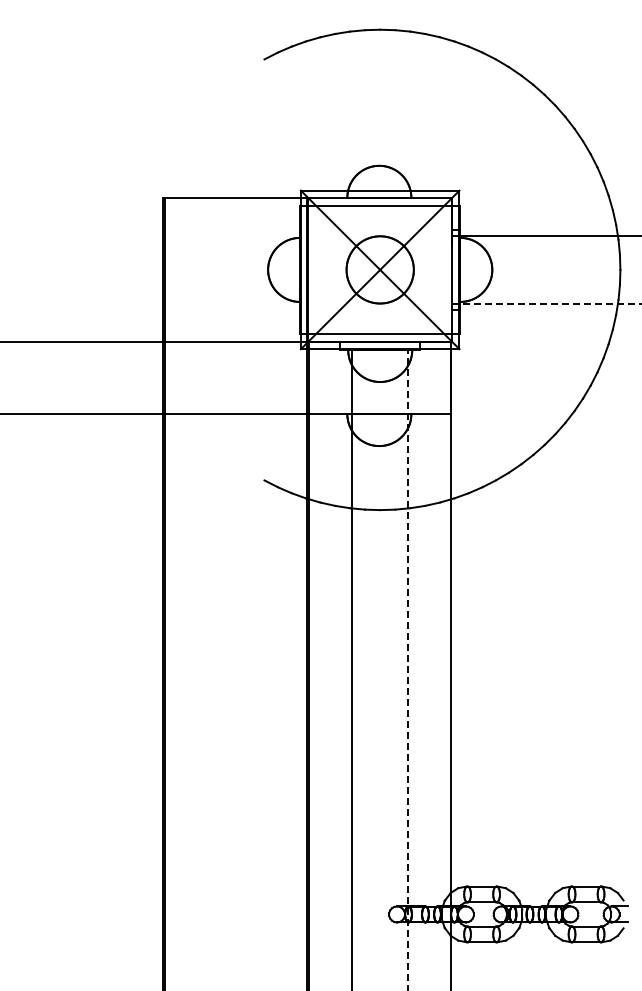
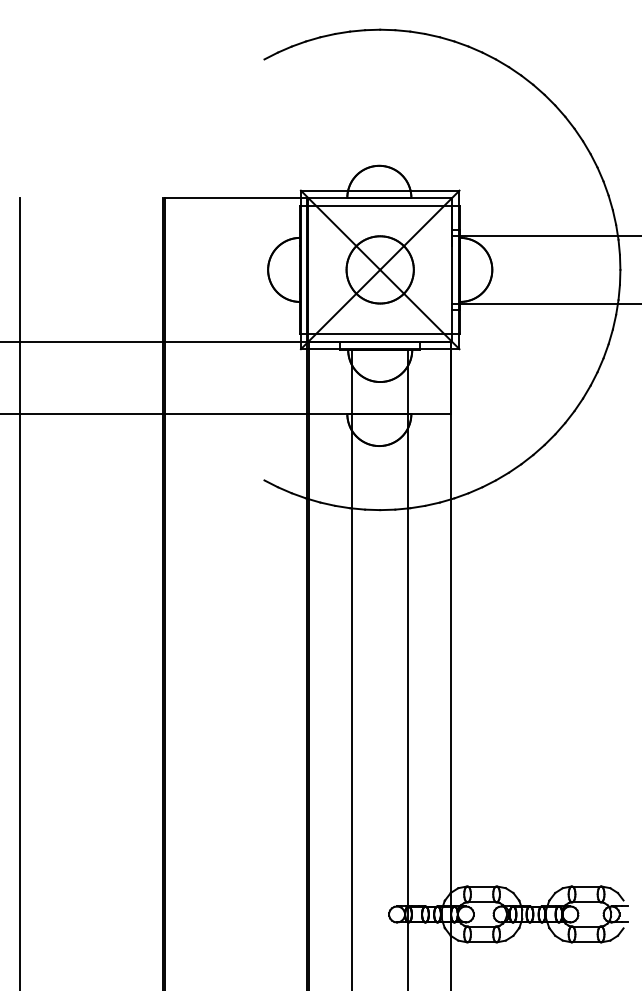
line at (547, 303): dashed -> solid
line at (20, 592): none -> present
line at (408, 669): dashed -> solid
